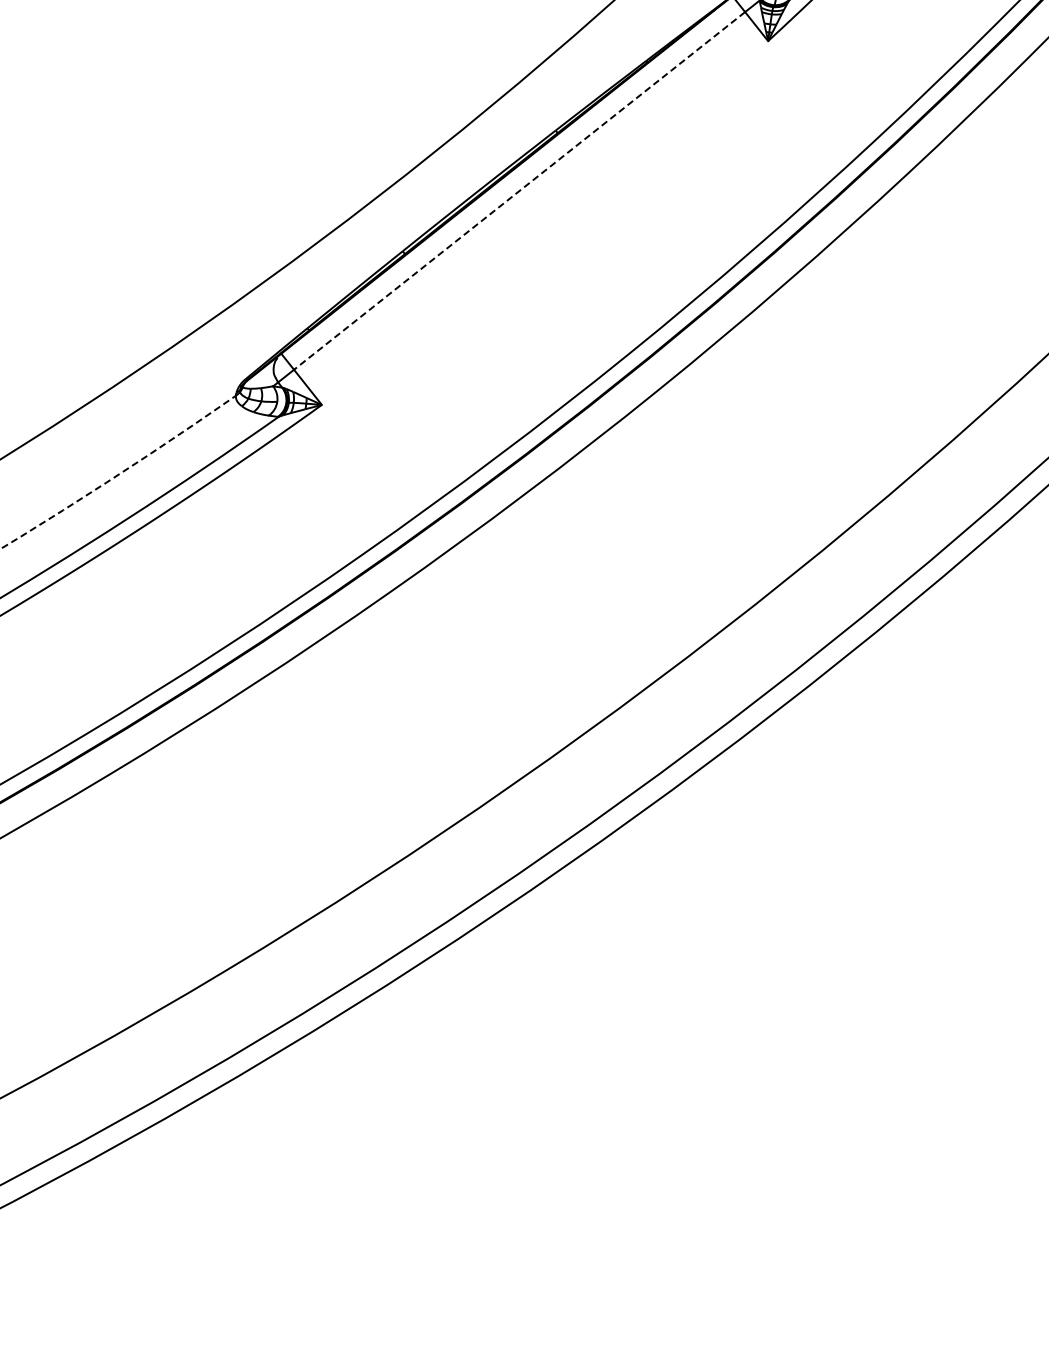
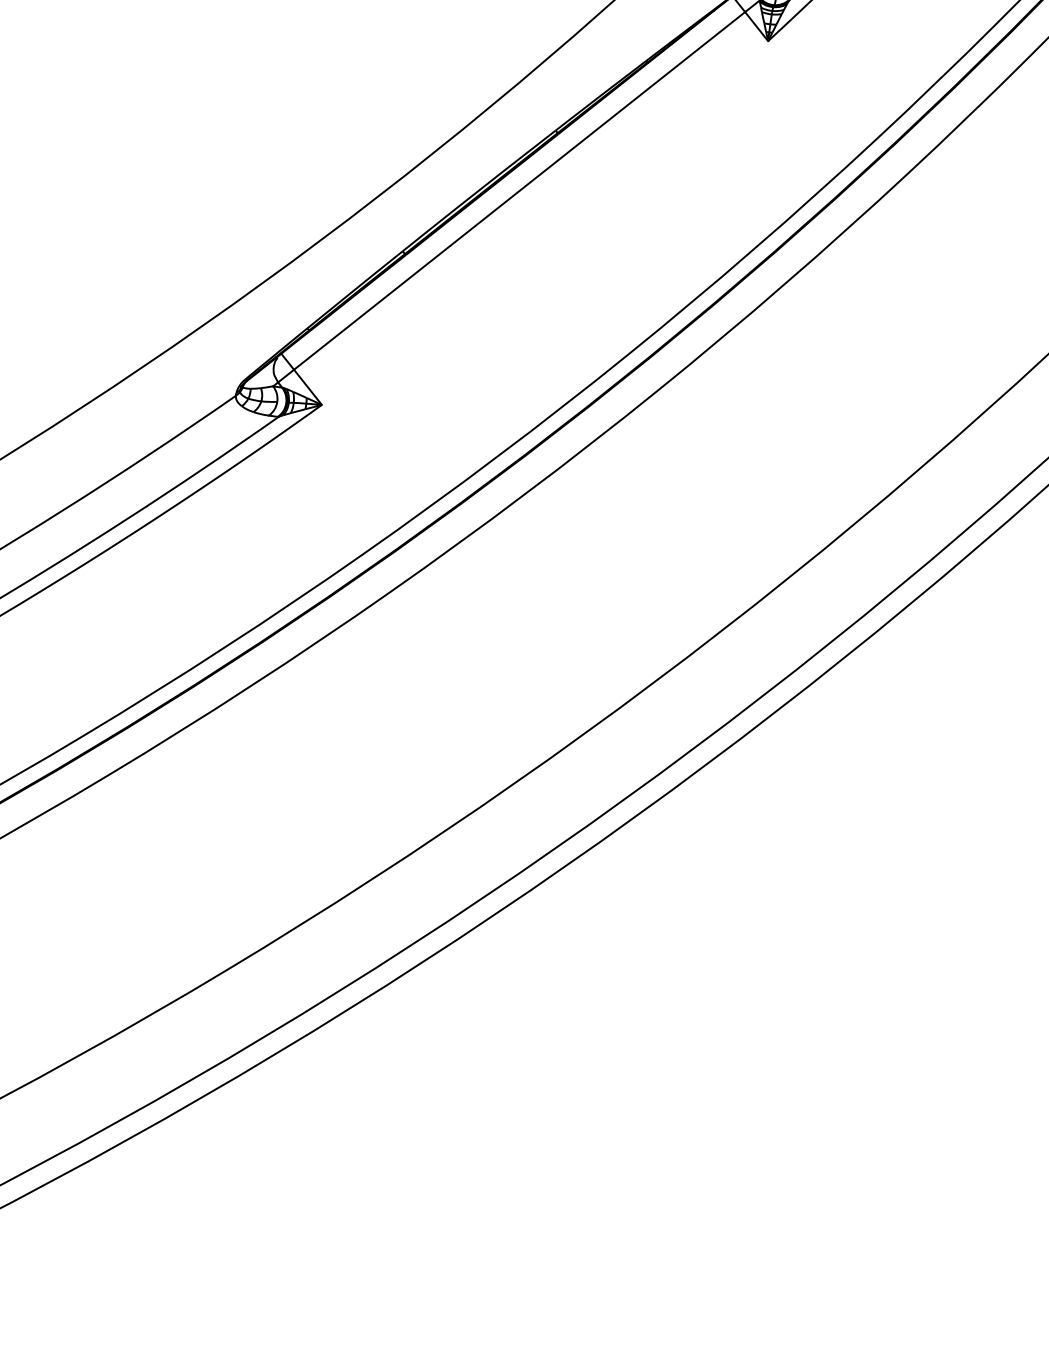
line at (519, 190): dashed -> solid
arc at (119, 474): dashed -> solid
